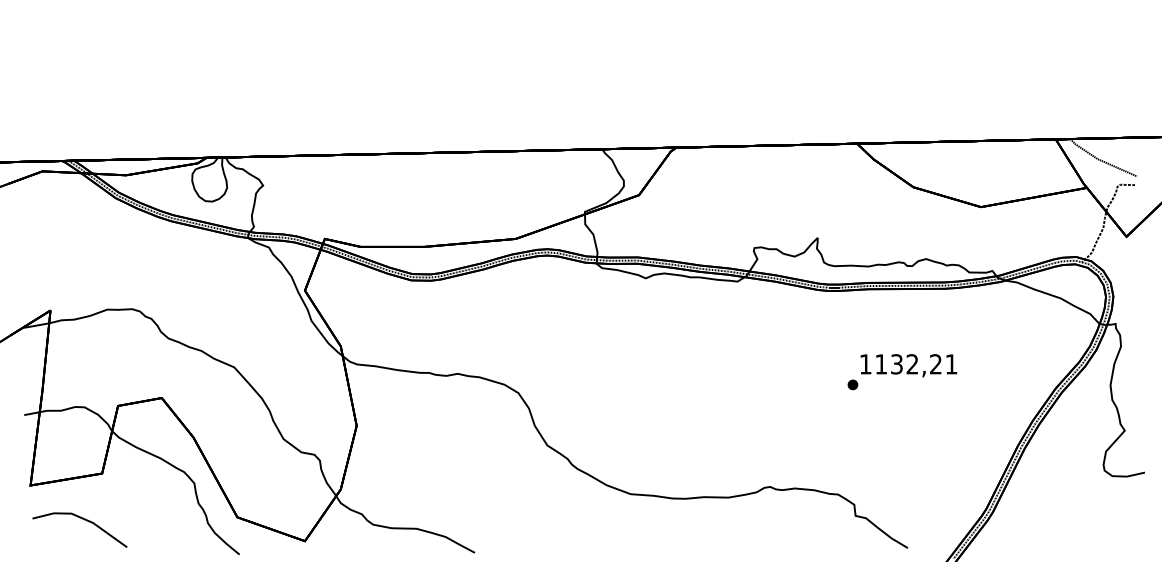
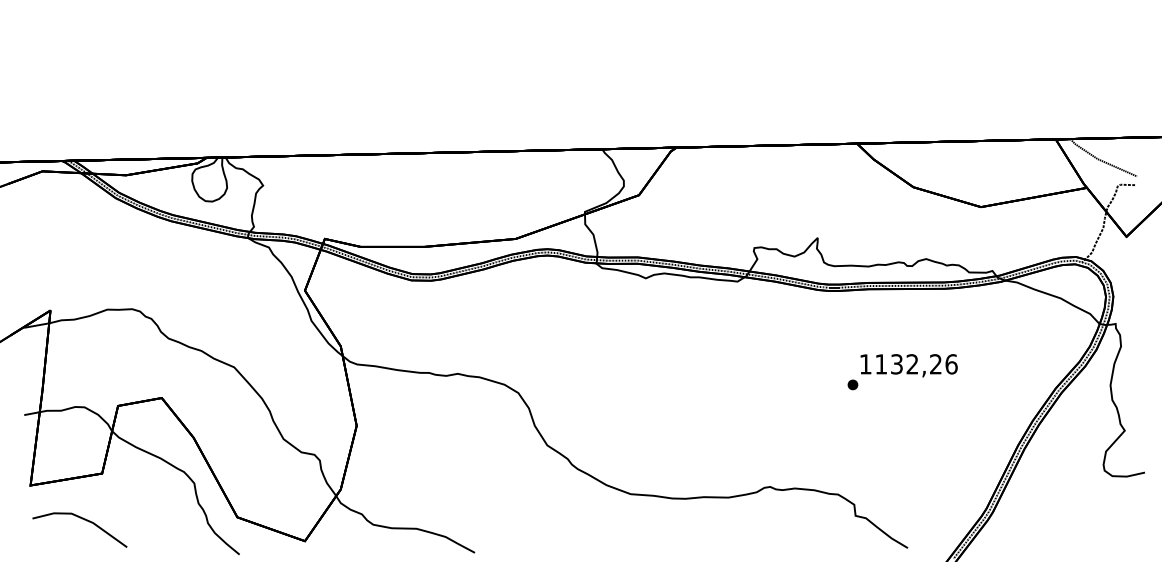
text at (951, 364): 1132,21 -> 1132,26
